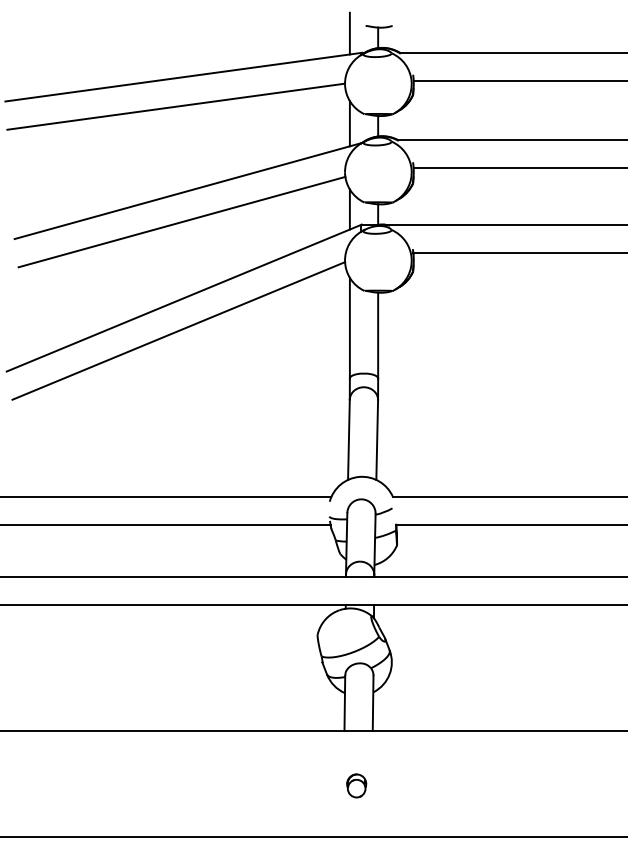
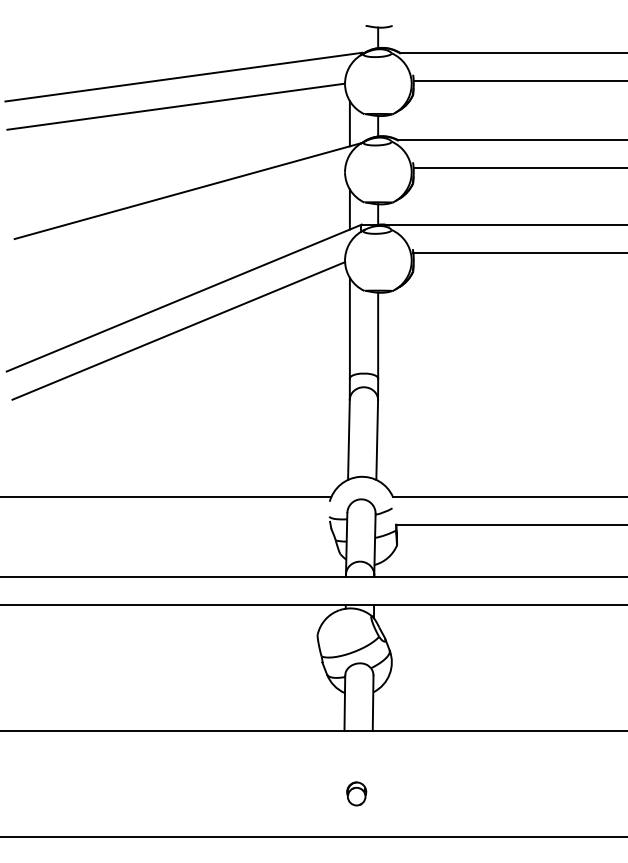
line at (349, 33): present -> none
line at (181, 221): present -> none
line at (166, 525): present -> none
part at (356, 785) position: (356, 785) -> (356, 793)
